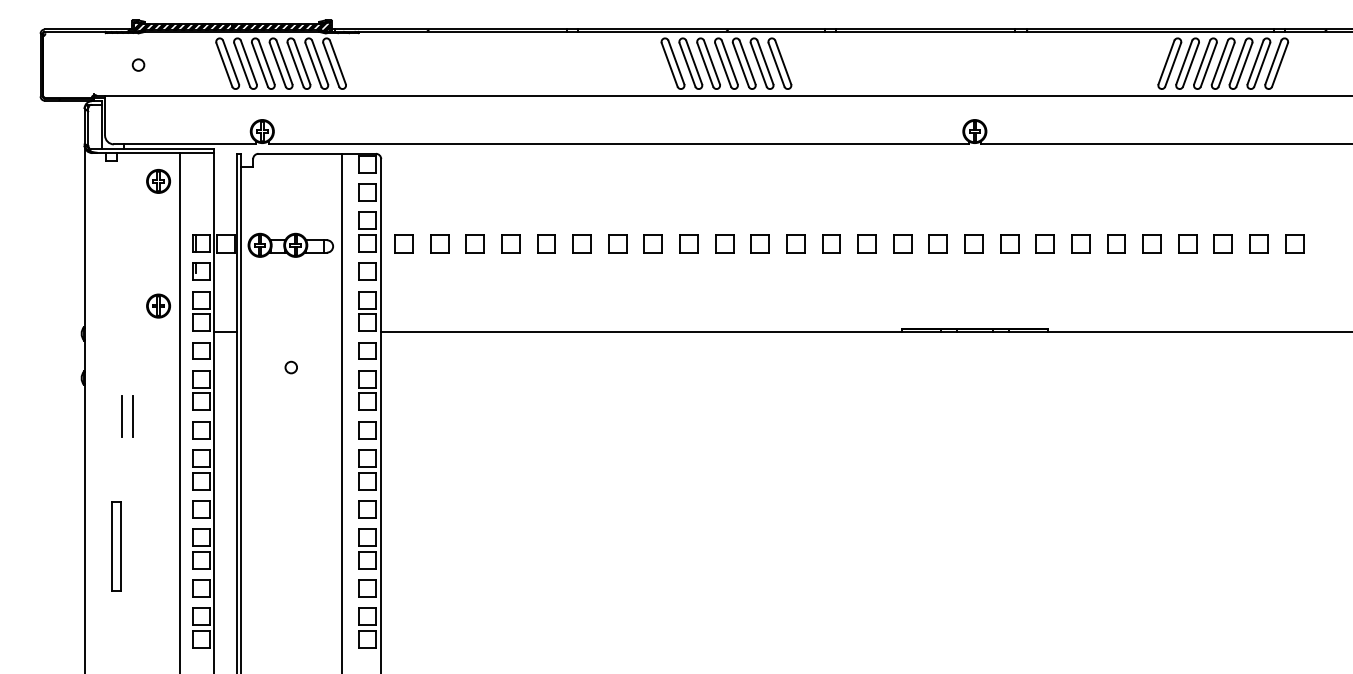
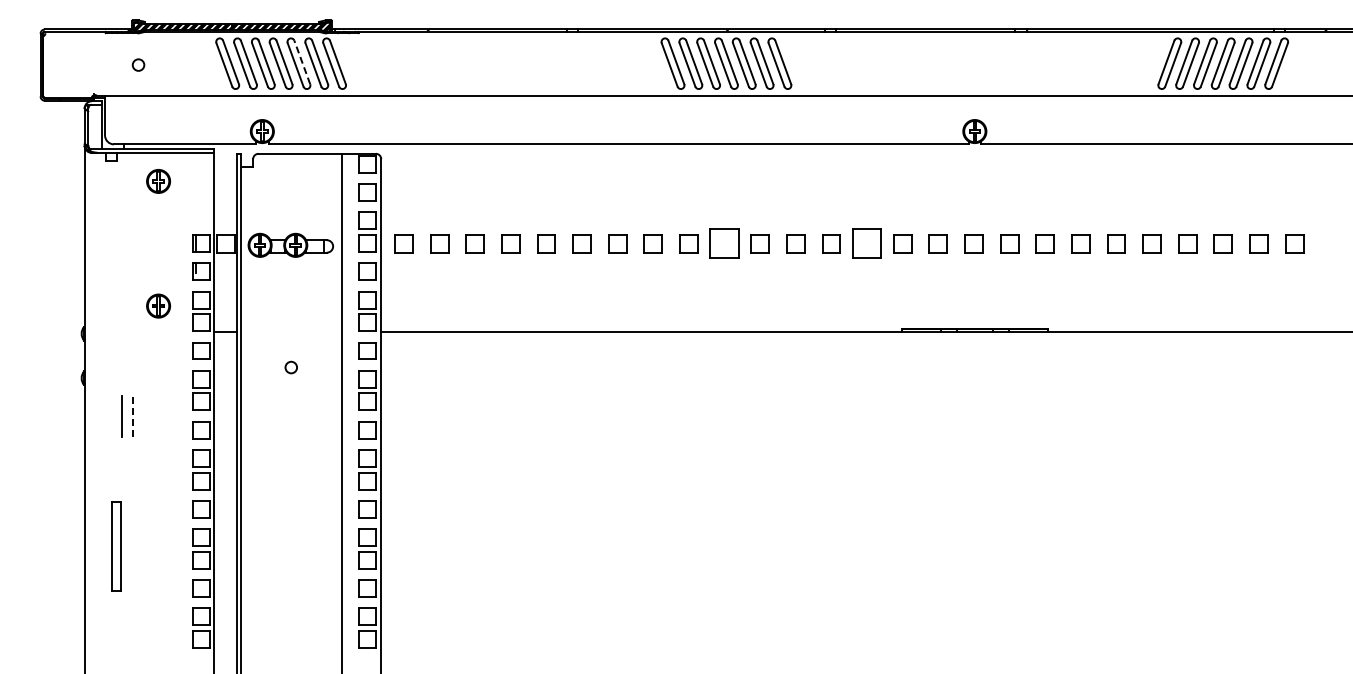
line at (302, 62): solid -> dashed
part at (724, 243) size: 20x20 px -> 31x31 px
part at (866, 243) size: 20x20 px -> 30x31 px
line at (179, 411): present -> none
line at (132, 416): solid -> dashed
